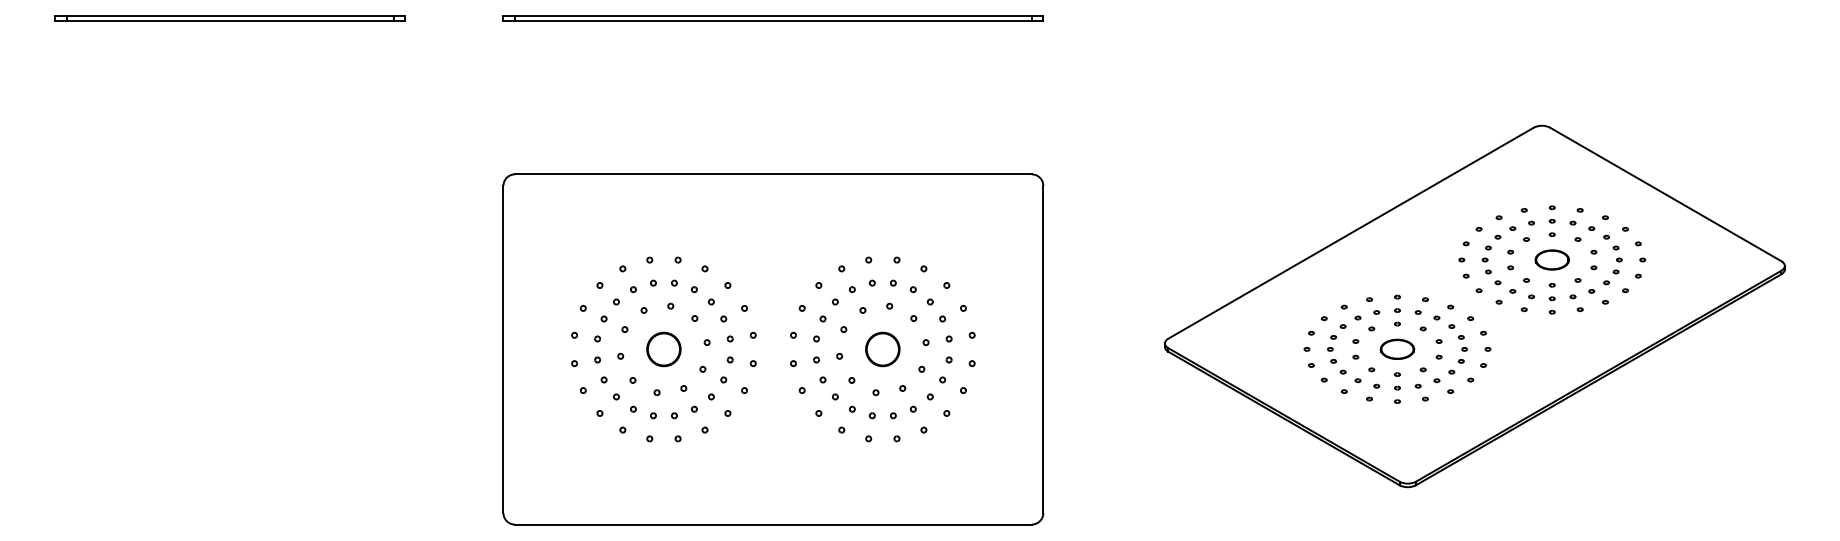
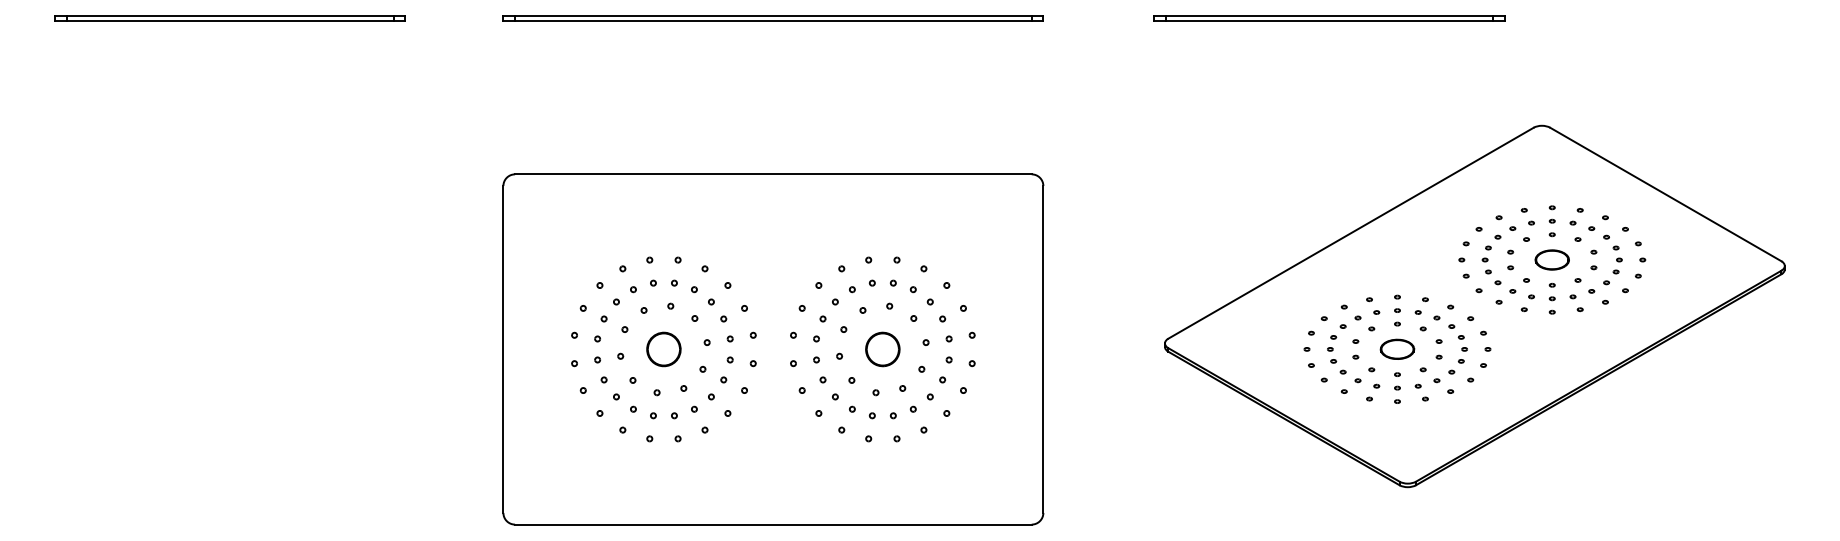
part at (1329, 18): none -> present
